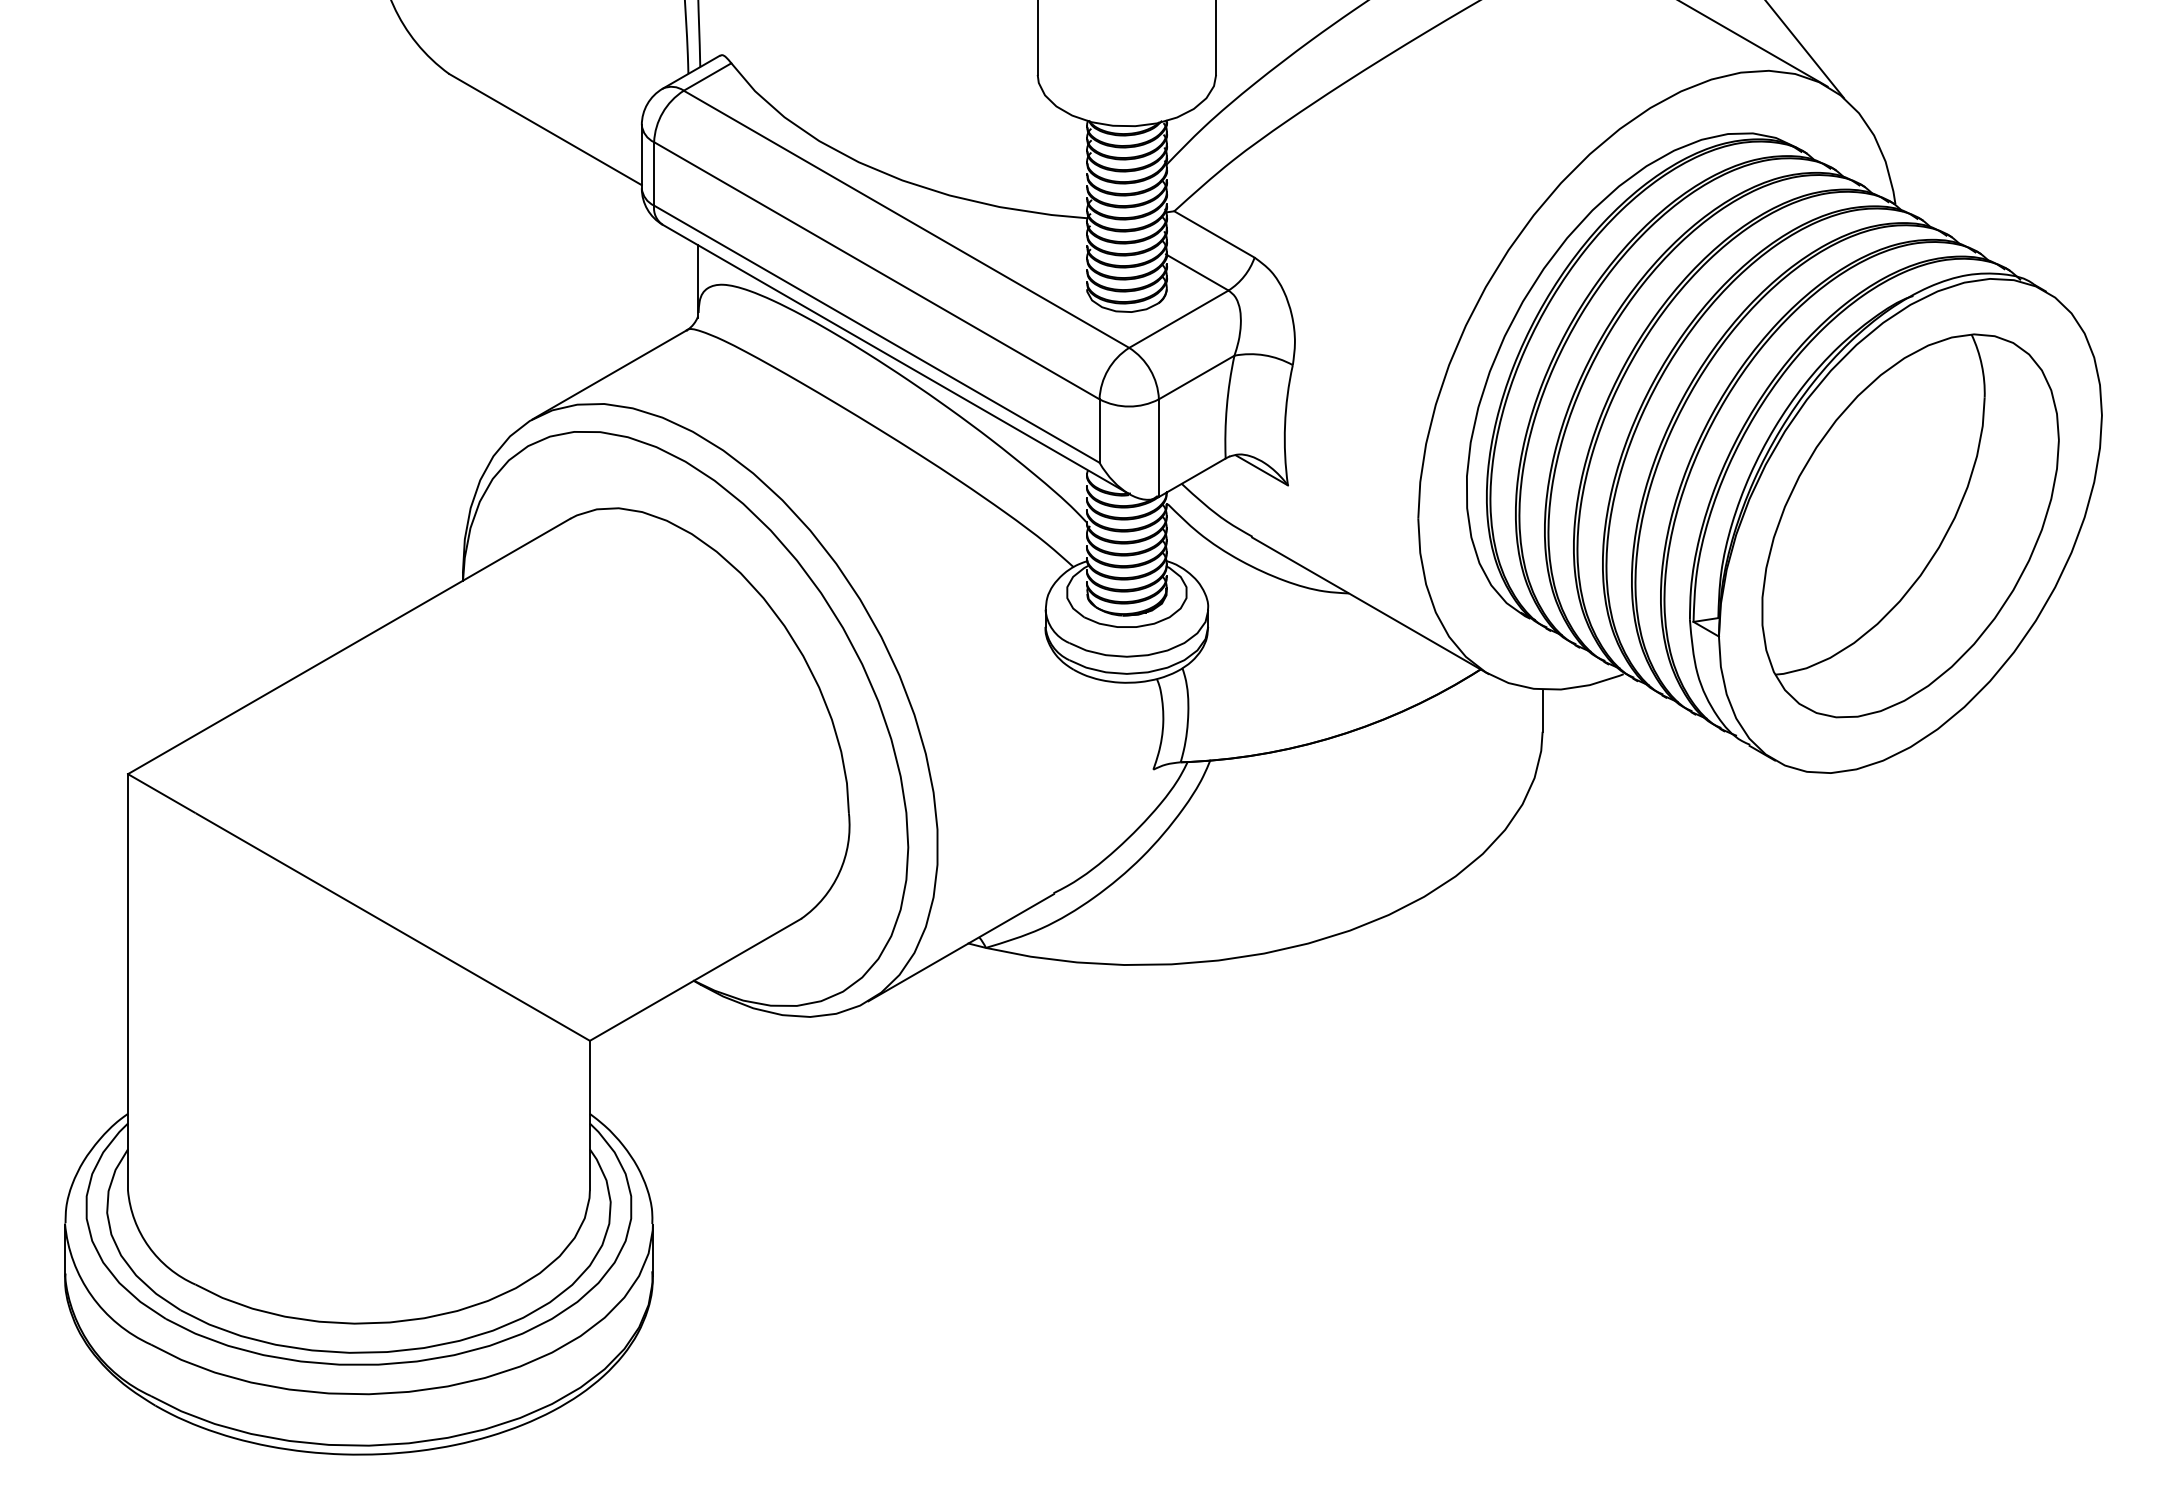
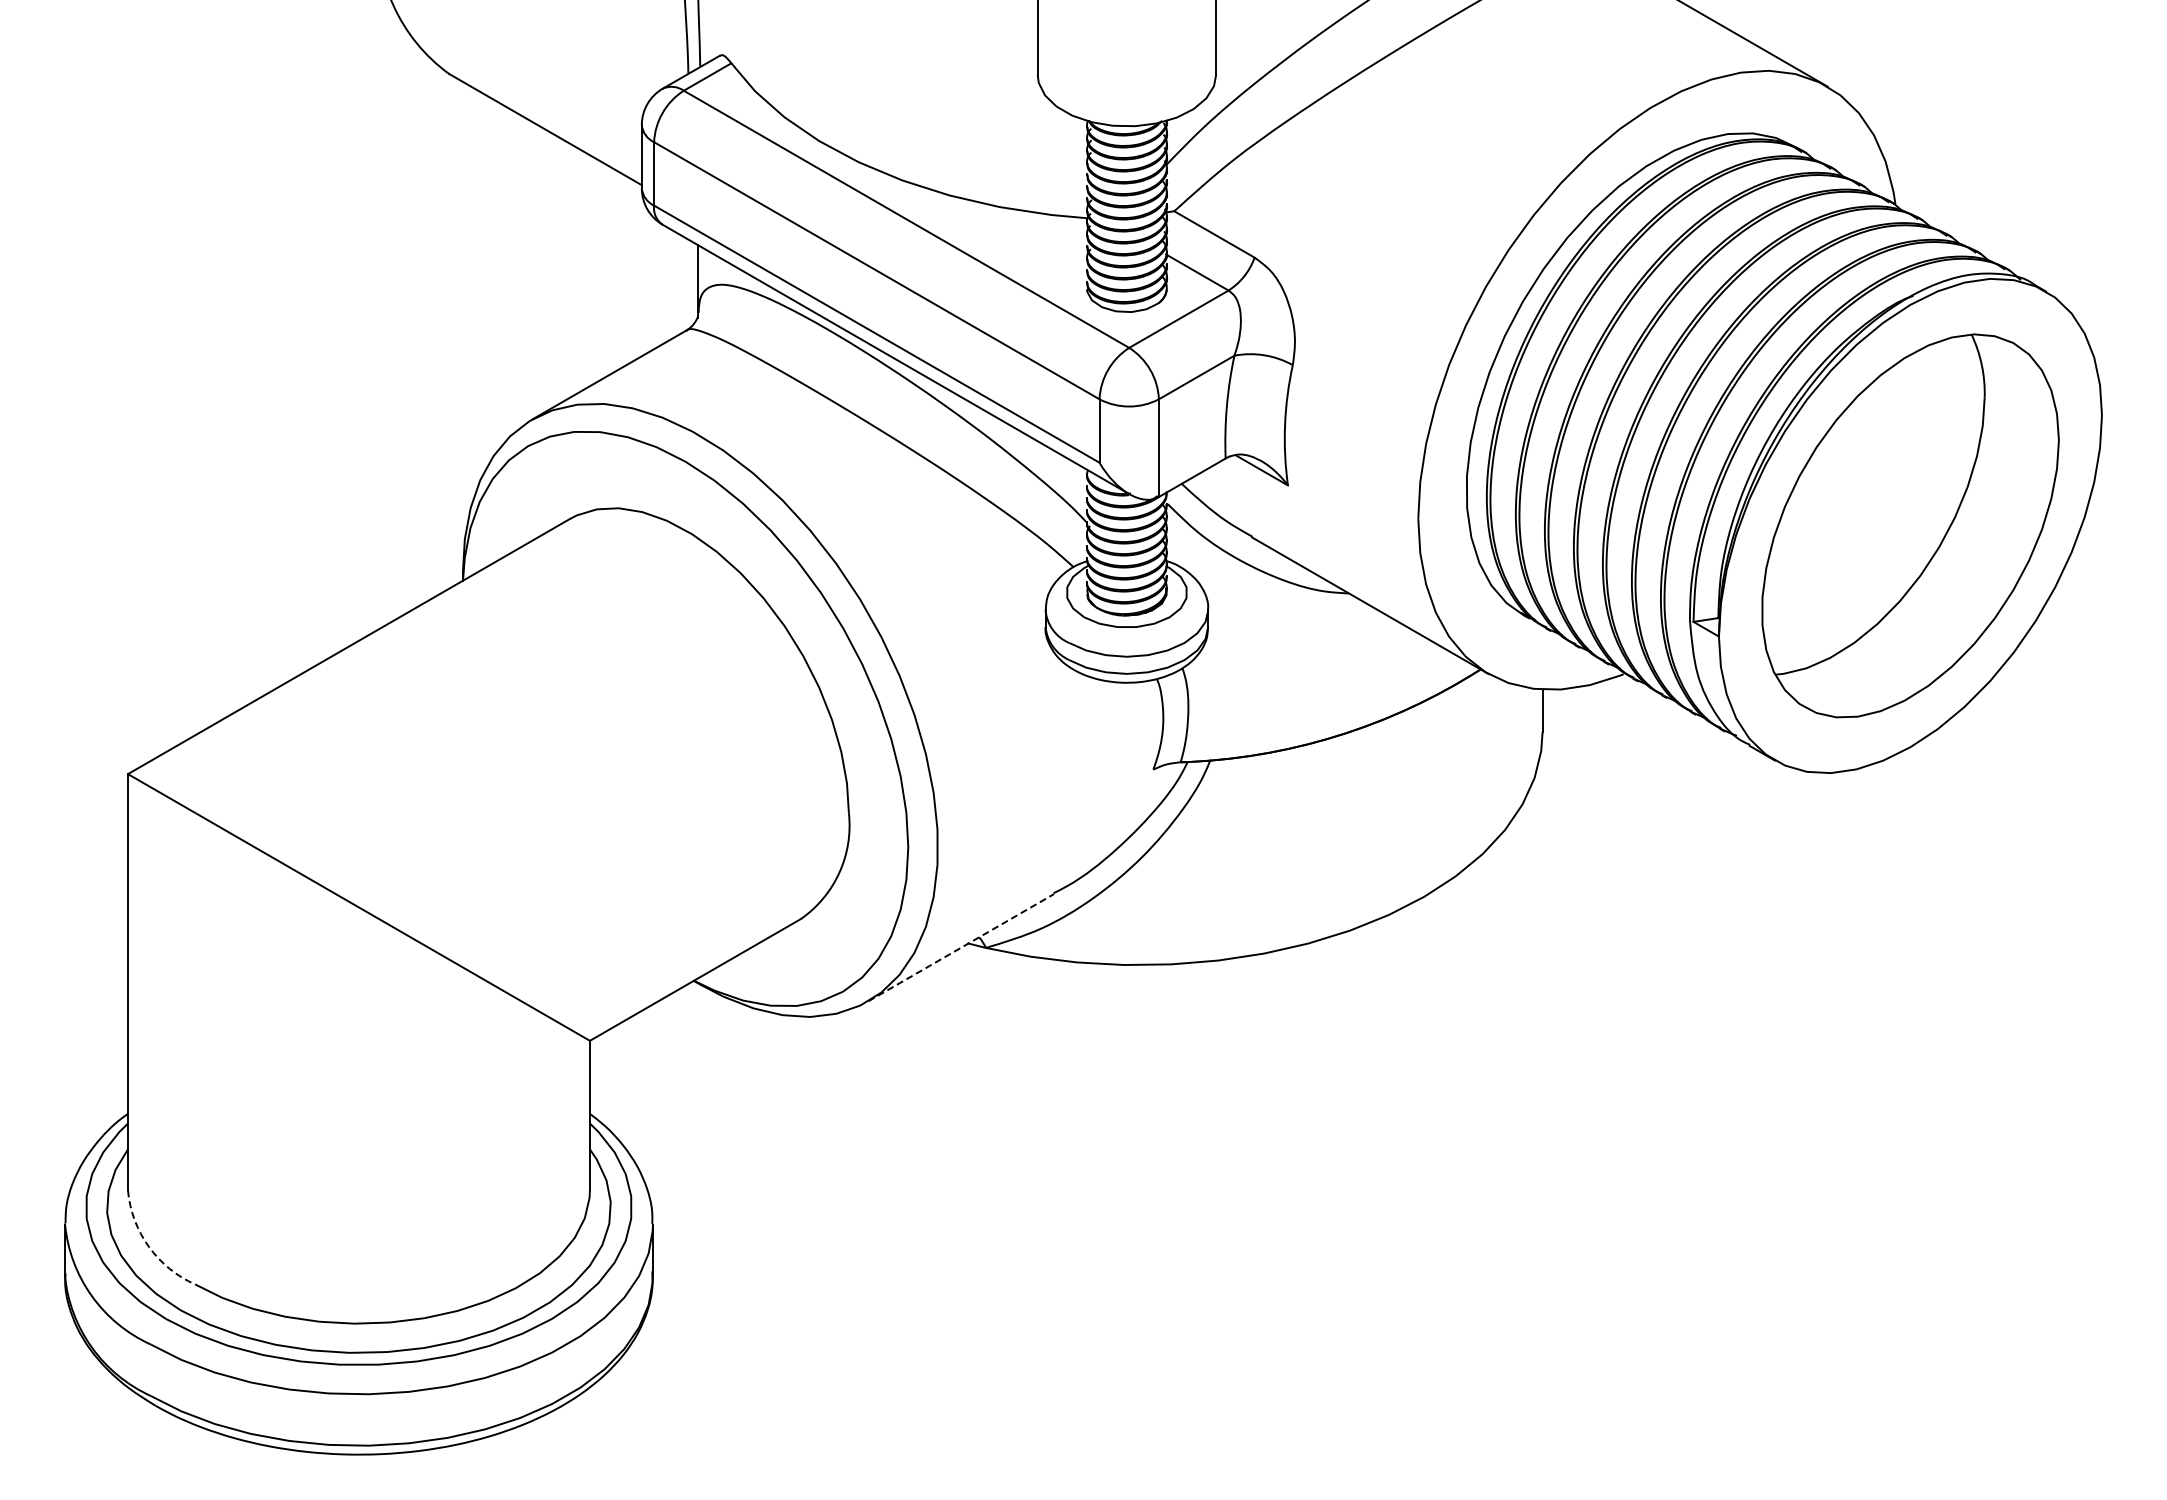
line at (1805, 50): present -> none
line at (961, 947): solid -> dashed
arc at (148, 1246): solid -> dashed
